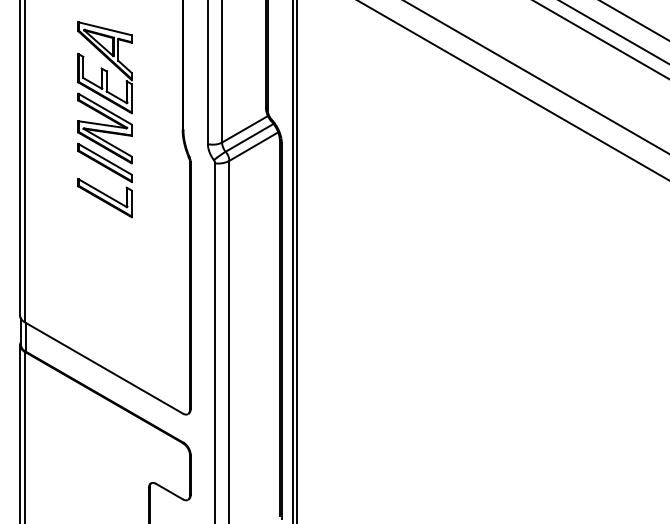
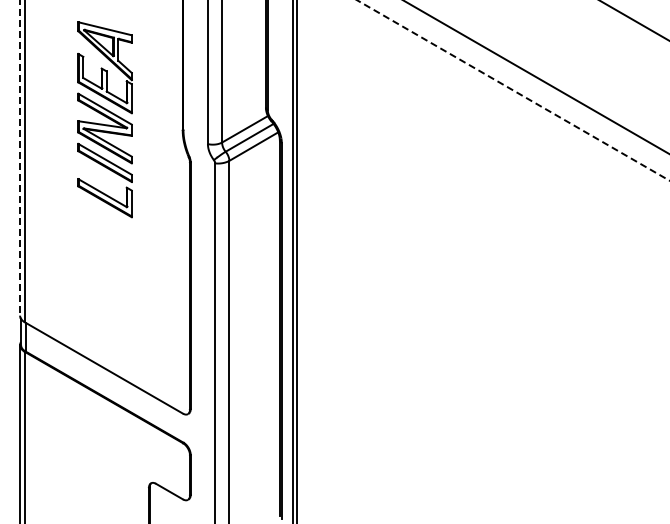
line at (614, 32): present -> none
line at (600, 39): present -> none
line at (513, 90): solid -> dashed
line at (20, 158): solid -> dashed
